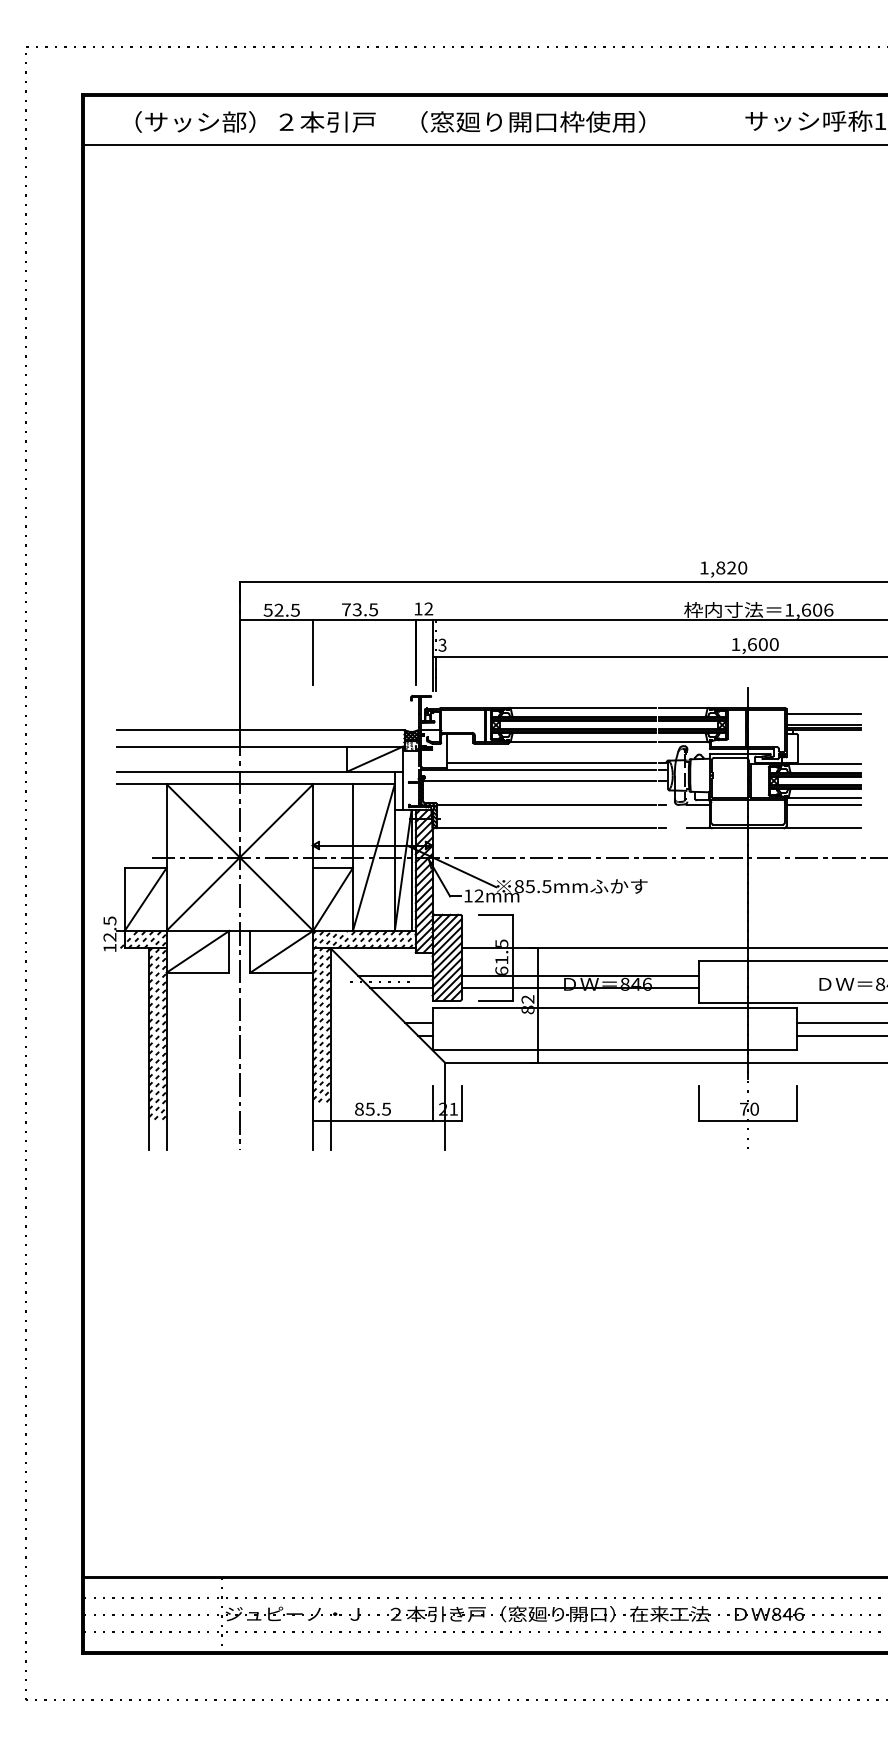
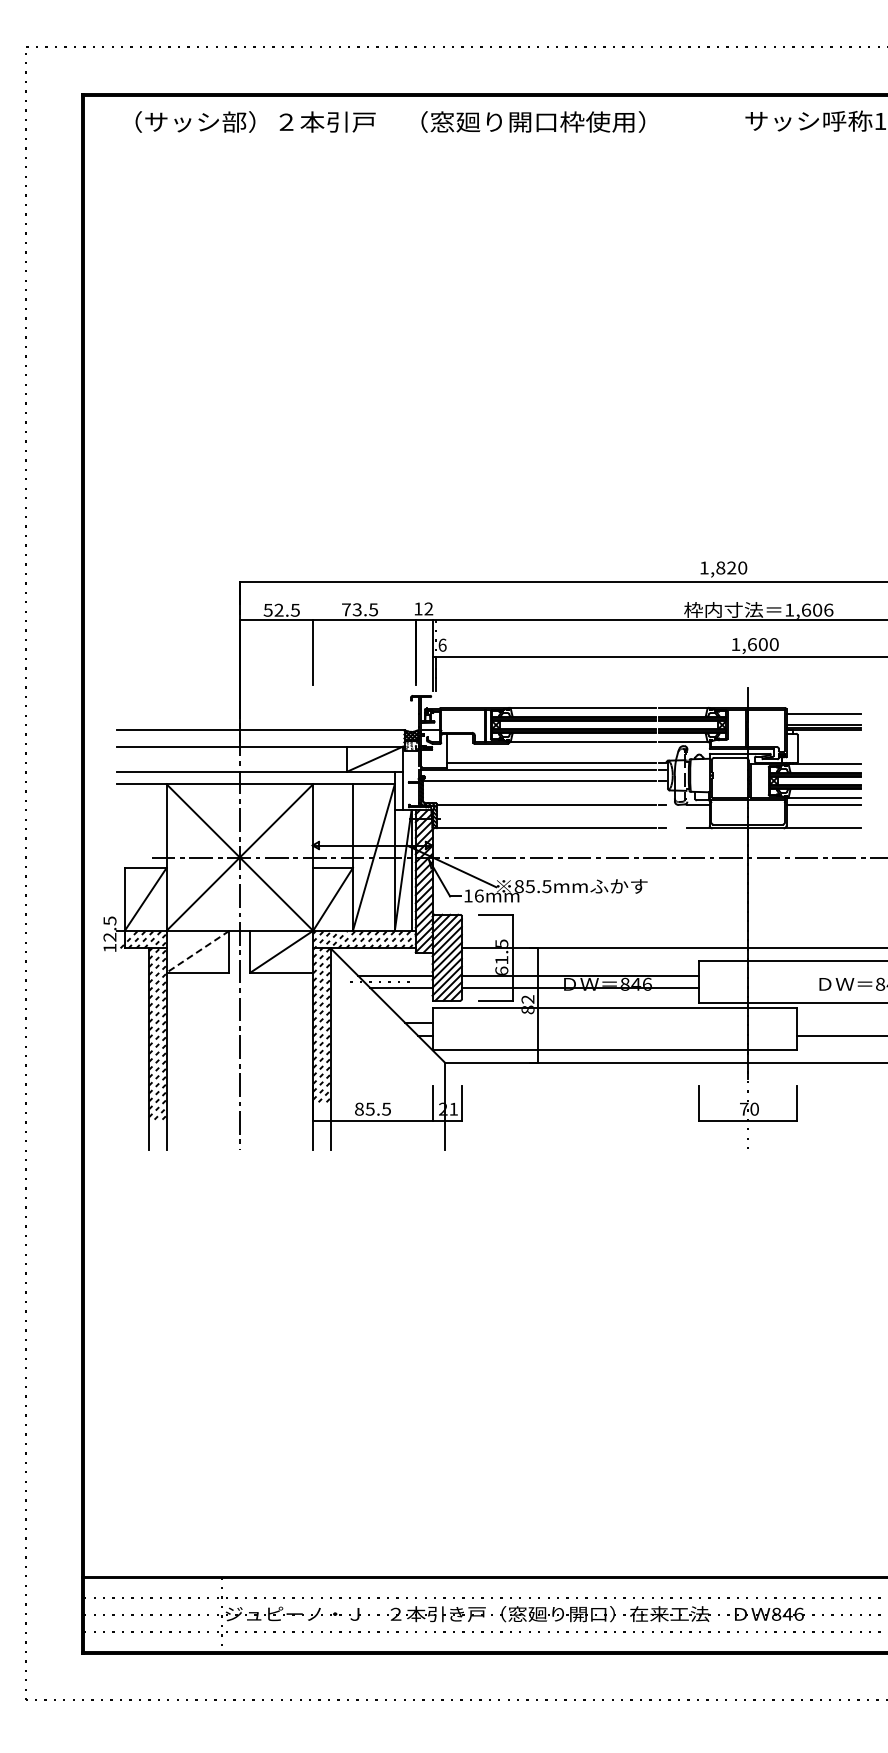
line at (483, 144): present -> none
text at (442, 644): 3 -> 6
text at (478, 895): 12mm -> 16mm
line at (198, 951): solid -> dashed
line at (840, 1022): present -> none
